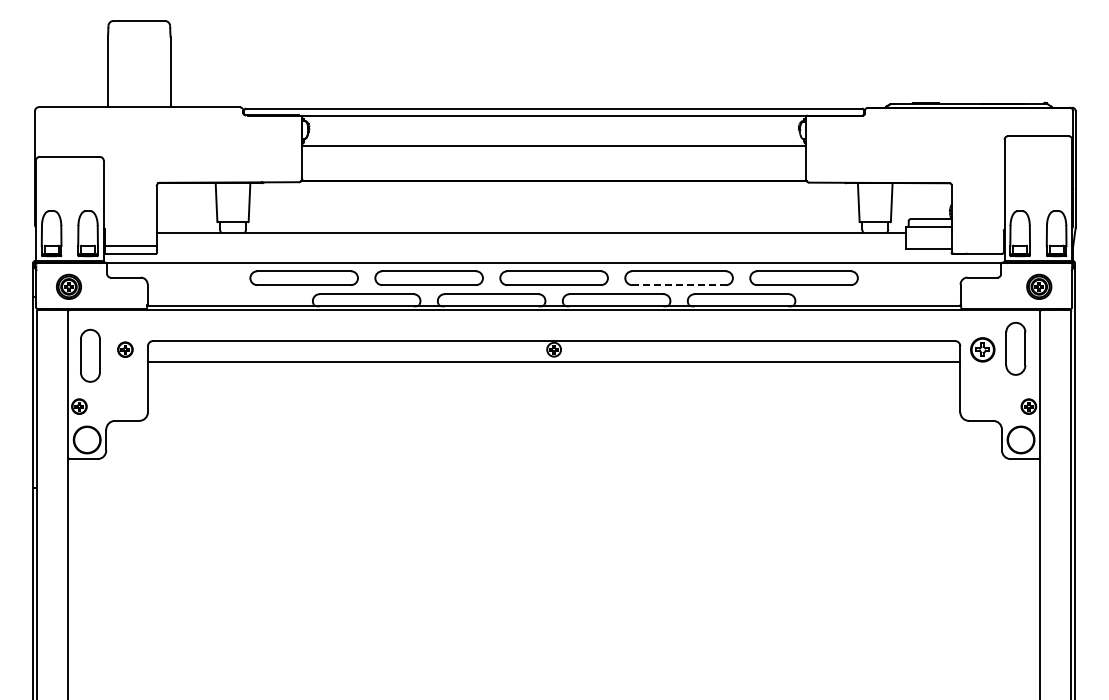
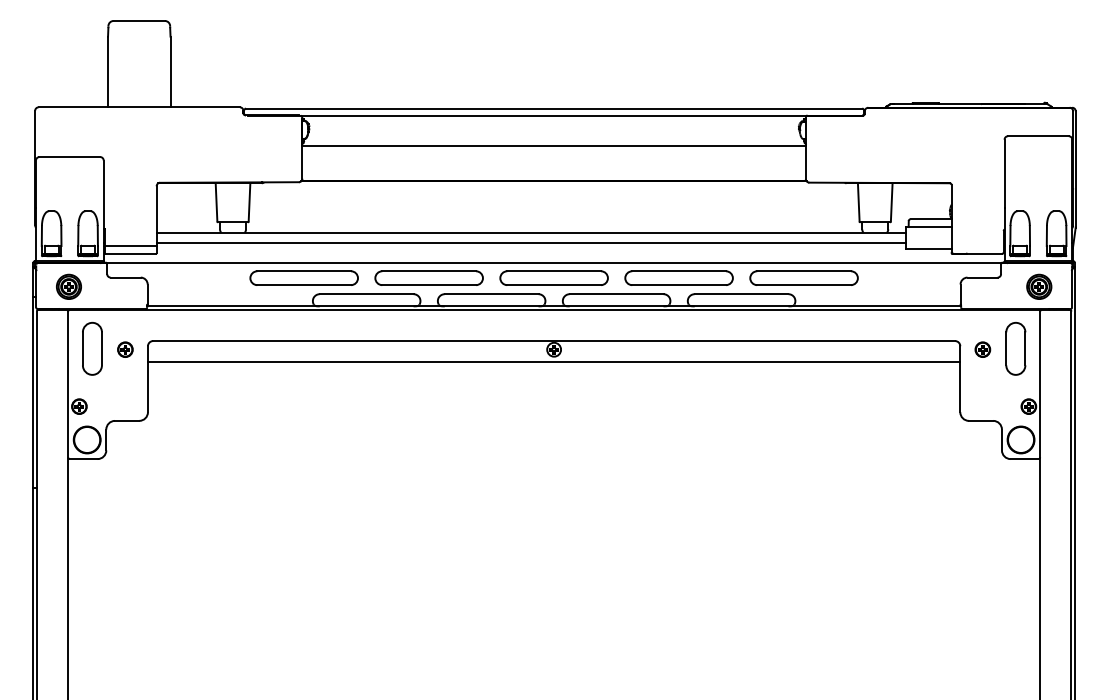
line at (531, 243): none -> present
line at (679, 285): dashed -> solid
part at (982, 349) size: 26x26 px -> 18x17 px
part at (90, 355) position: (90, 355) -> (92, 348)
